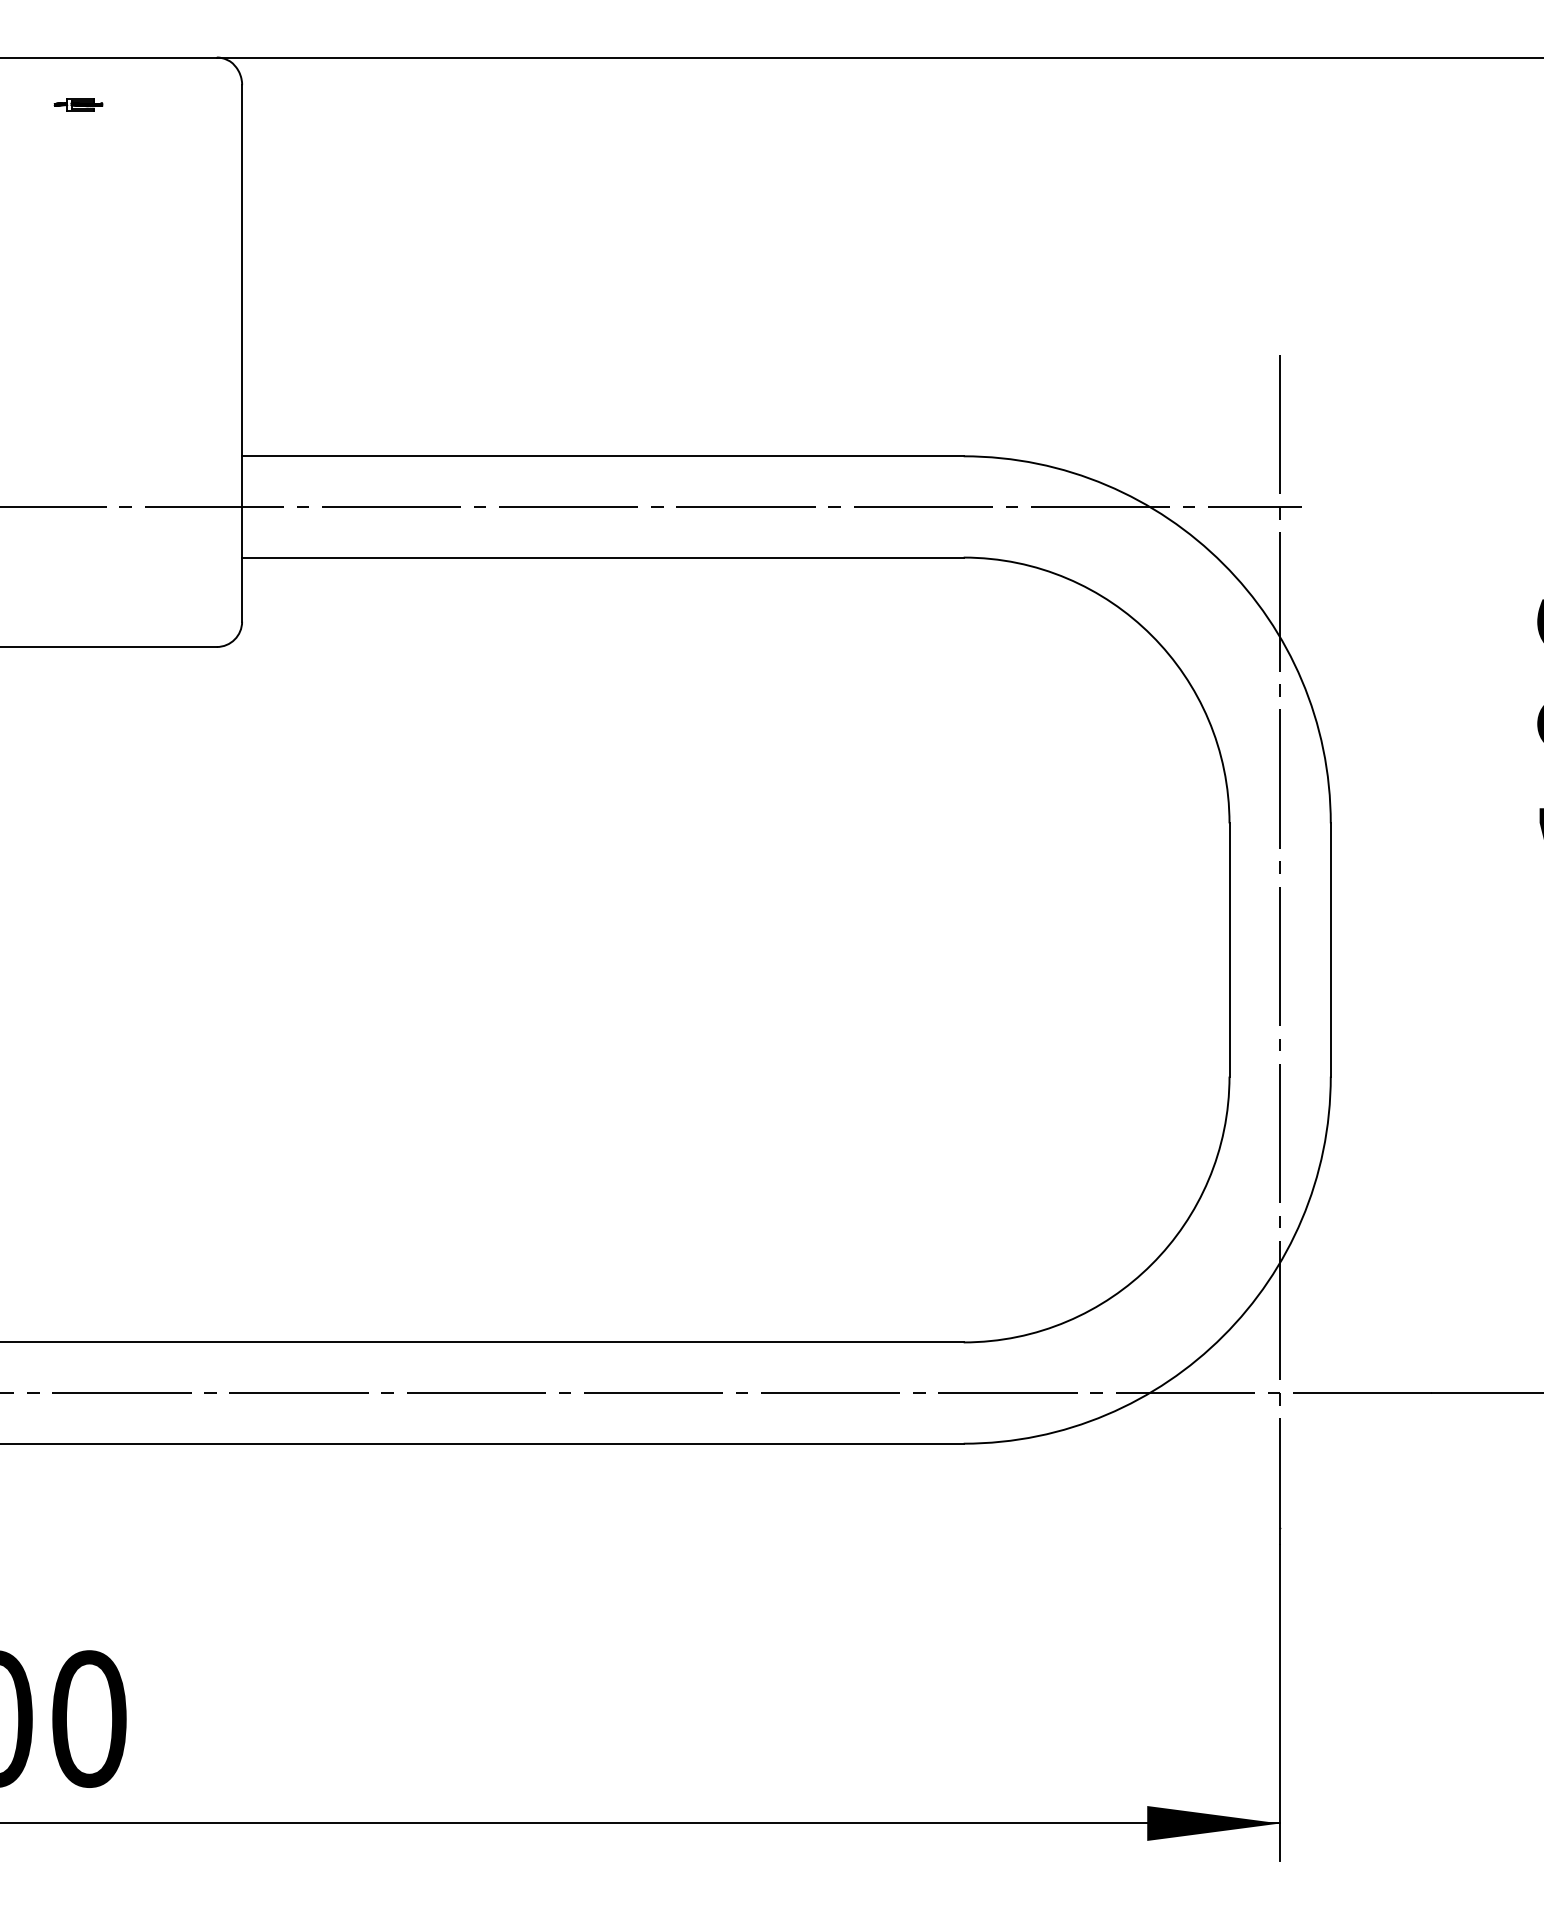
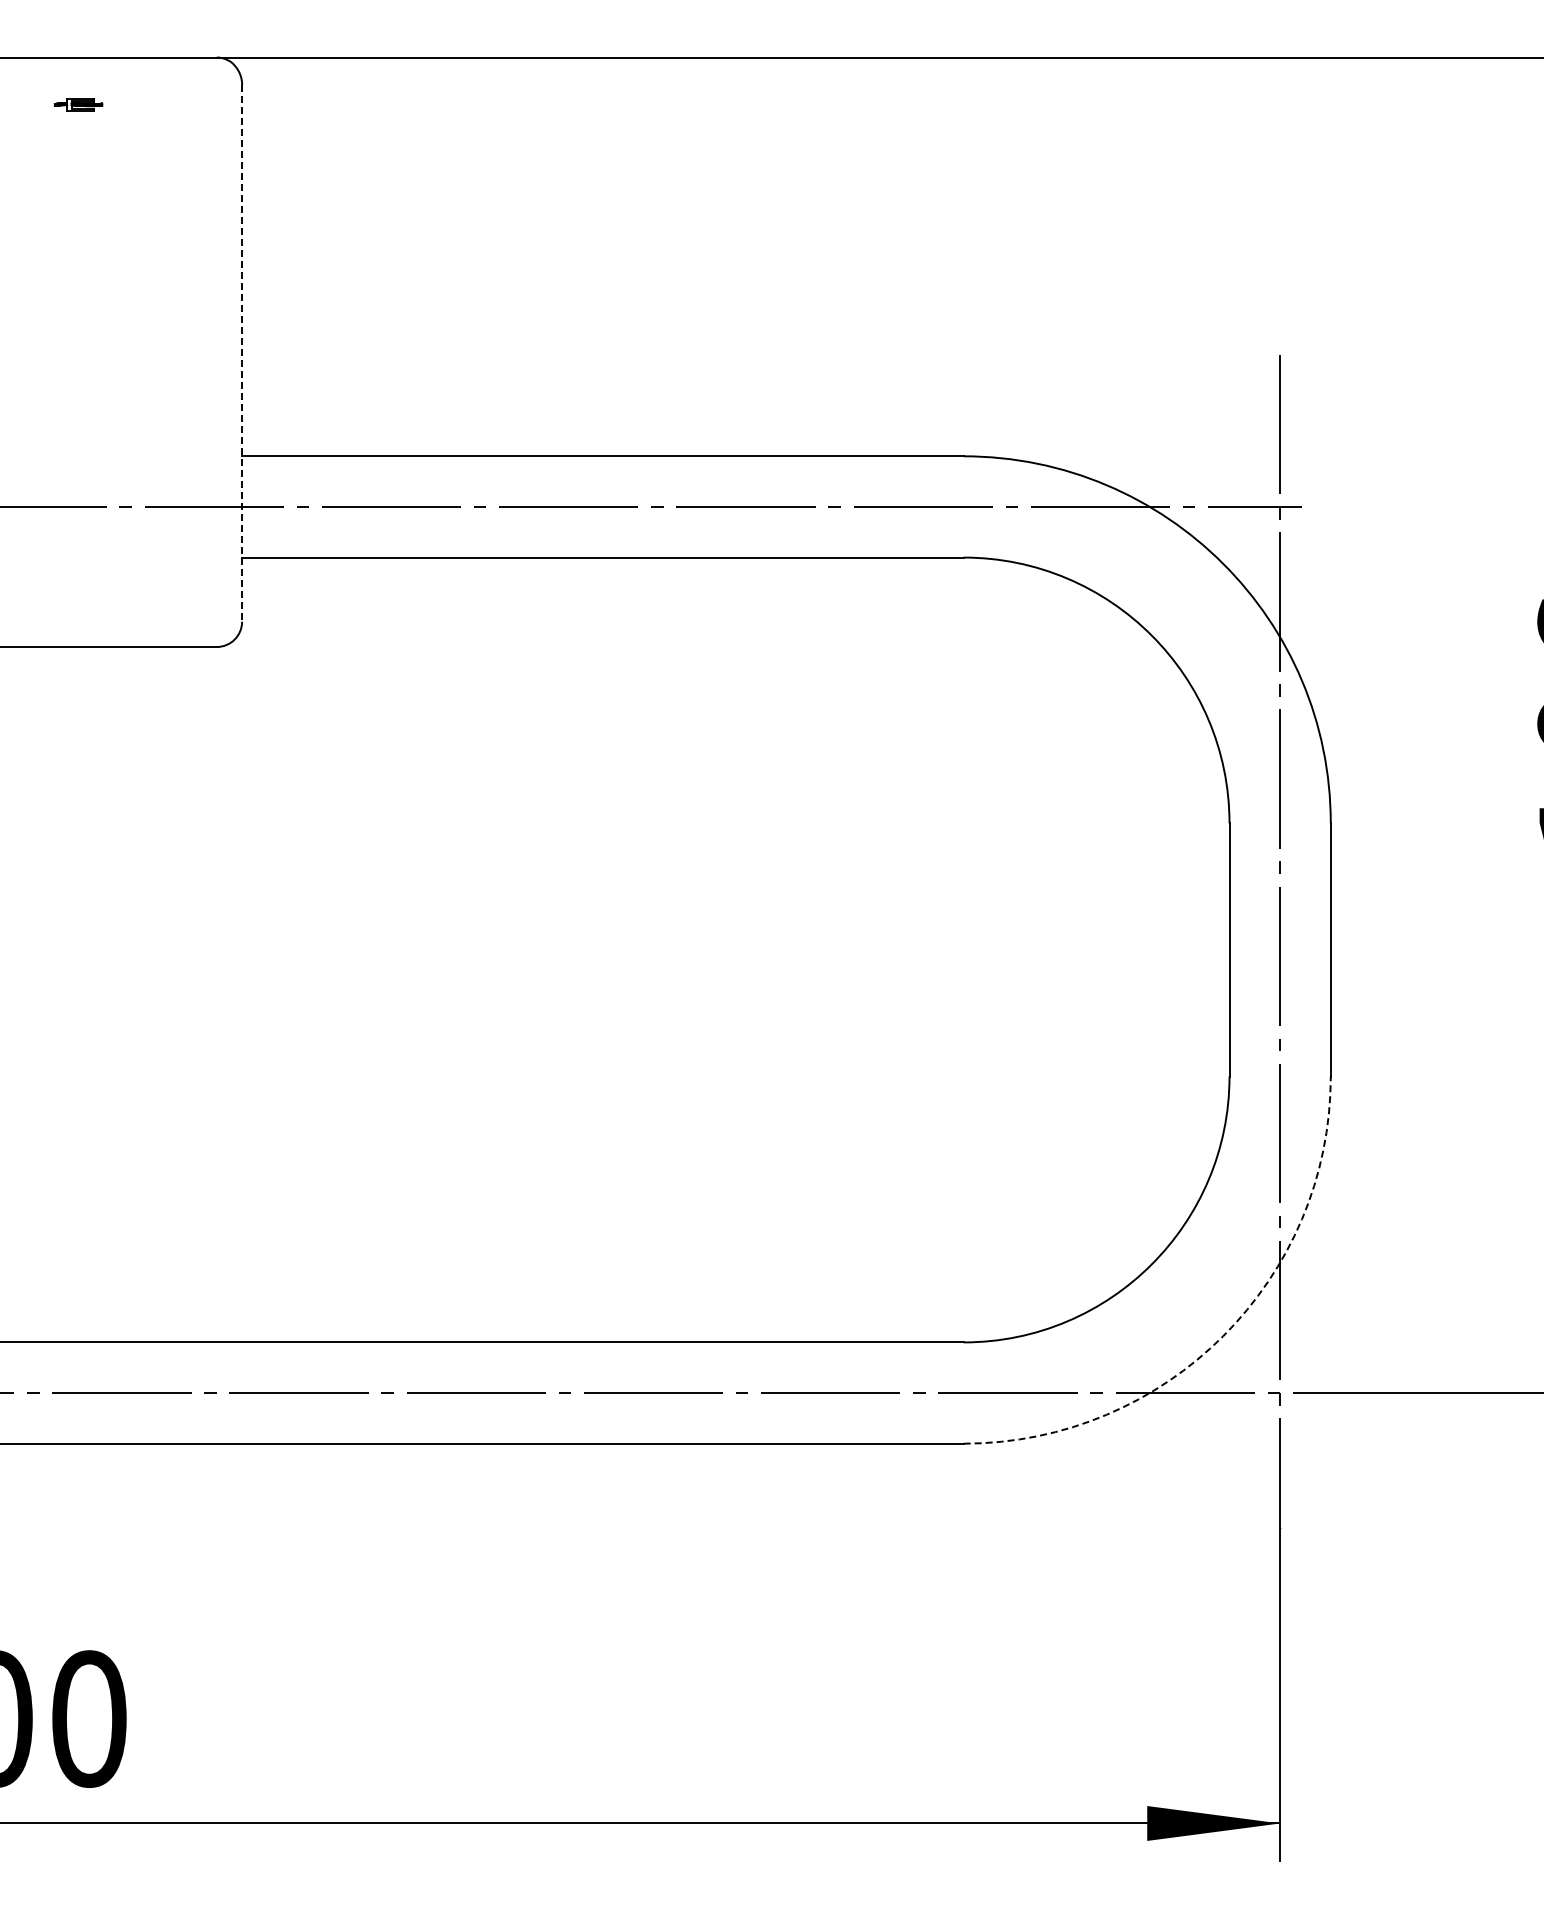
line at (242, 353): solid -> dashed
arc at (1223, 1336): solid -> dashed
